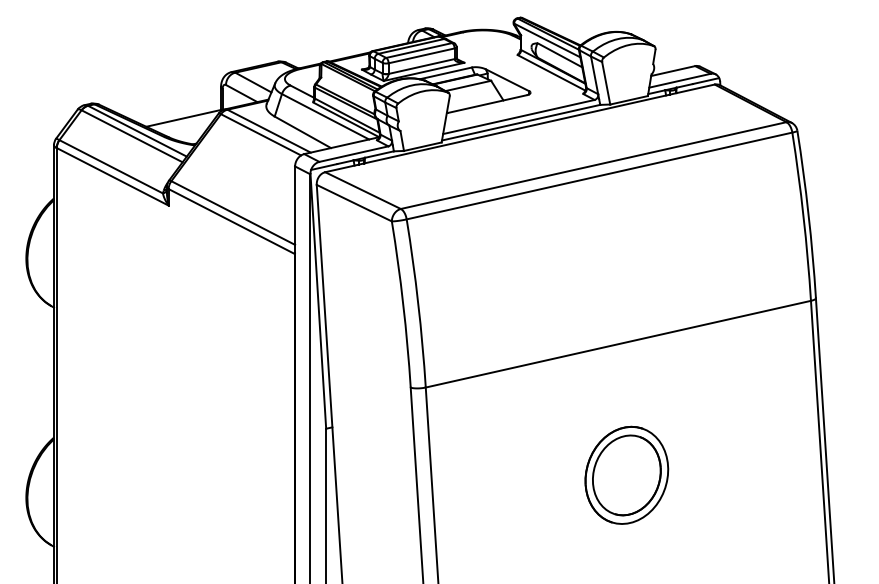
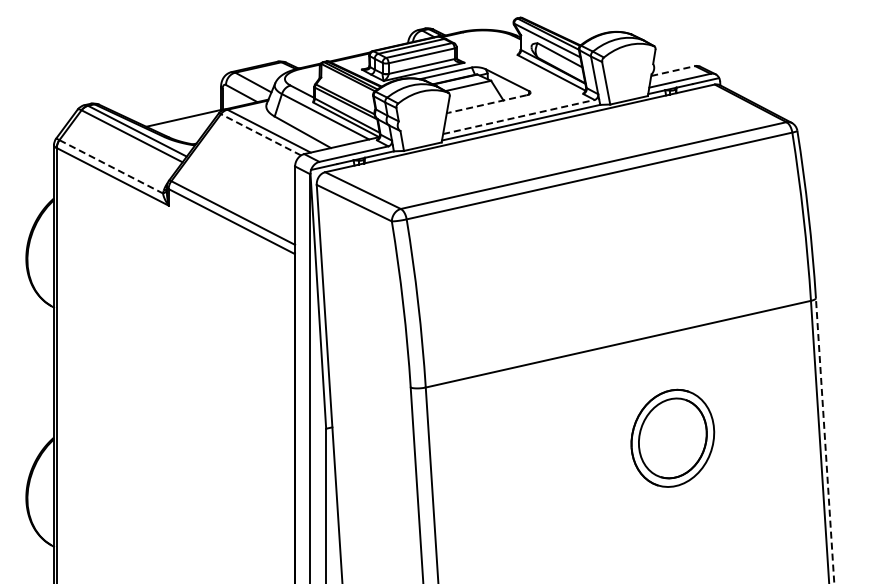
line at (673, 71): solid -> dashed
line at (487, 104): solid -> dashed
line at (518, 117): solid -> dashed
line at (260, 134): solid -> dashed
line at (111, 167): solid -> dashed
line at (825, 440): solid -> dashed
part at (626, 474) position: (626, 474) -> (672, 437)
